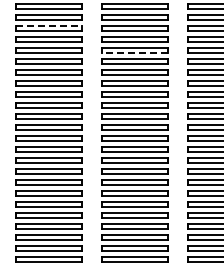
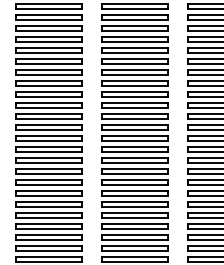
line at (49, 25): dashed -> solid
line at (134, 52): dashed -> solid
